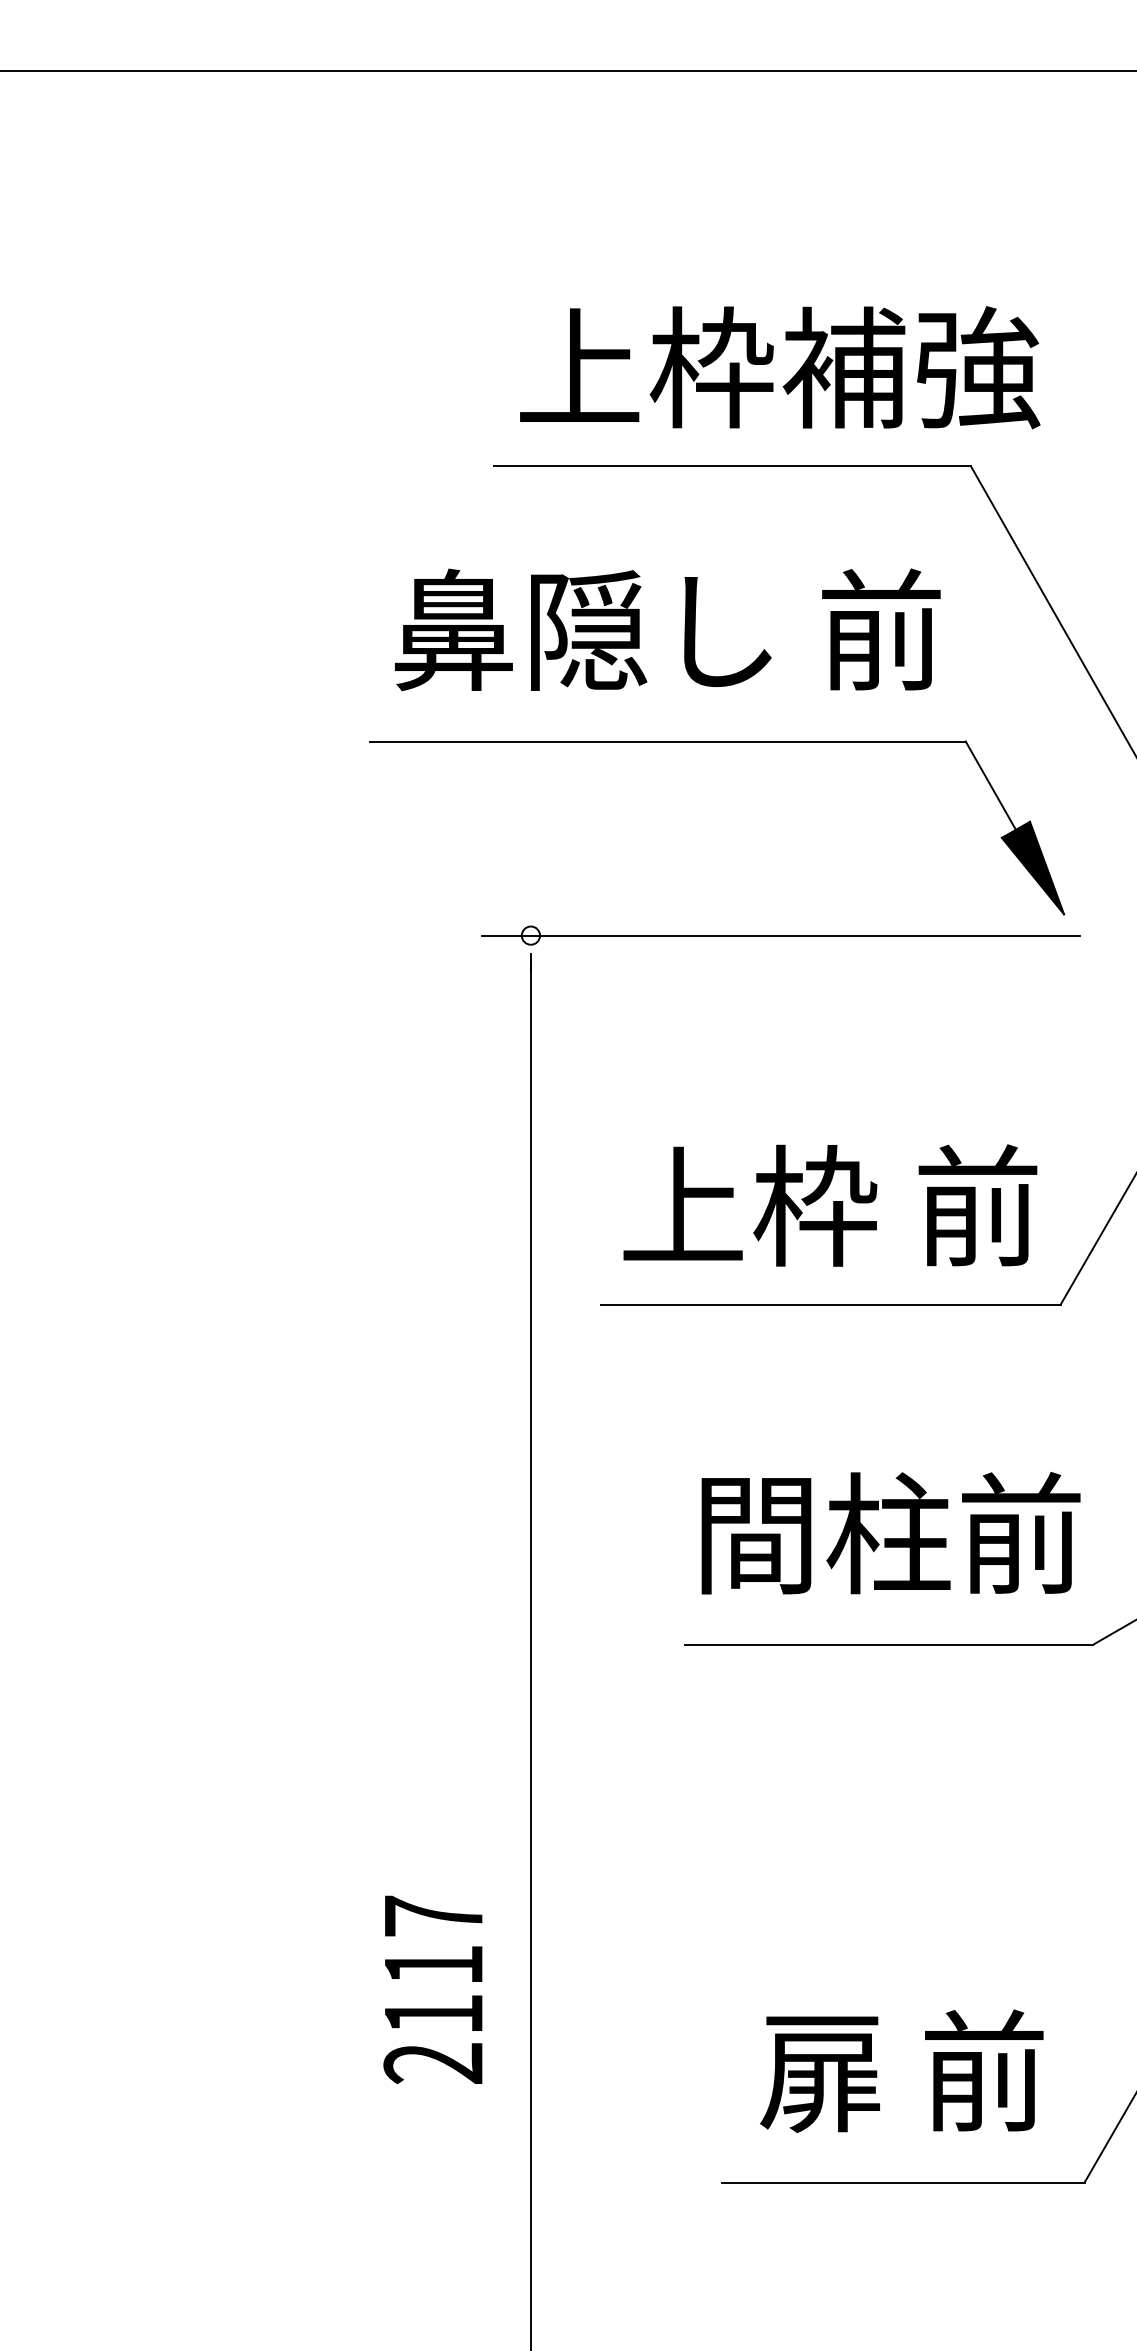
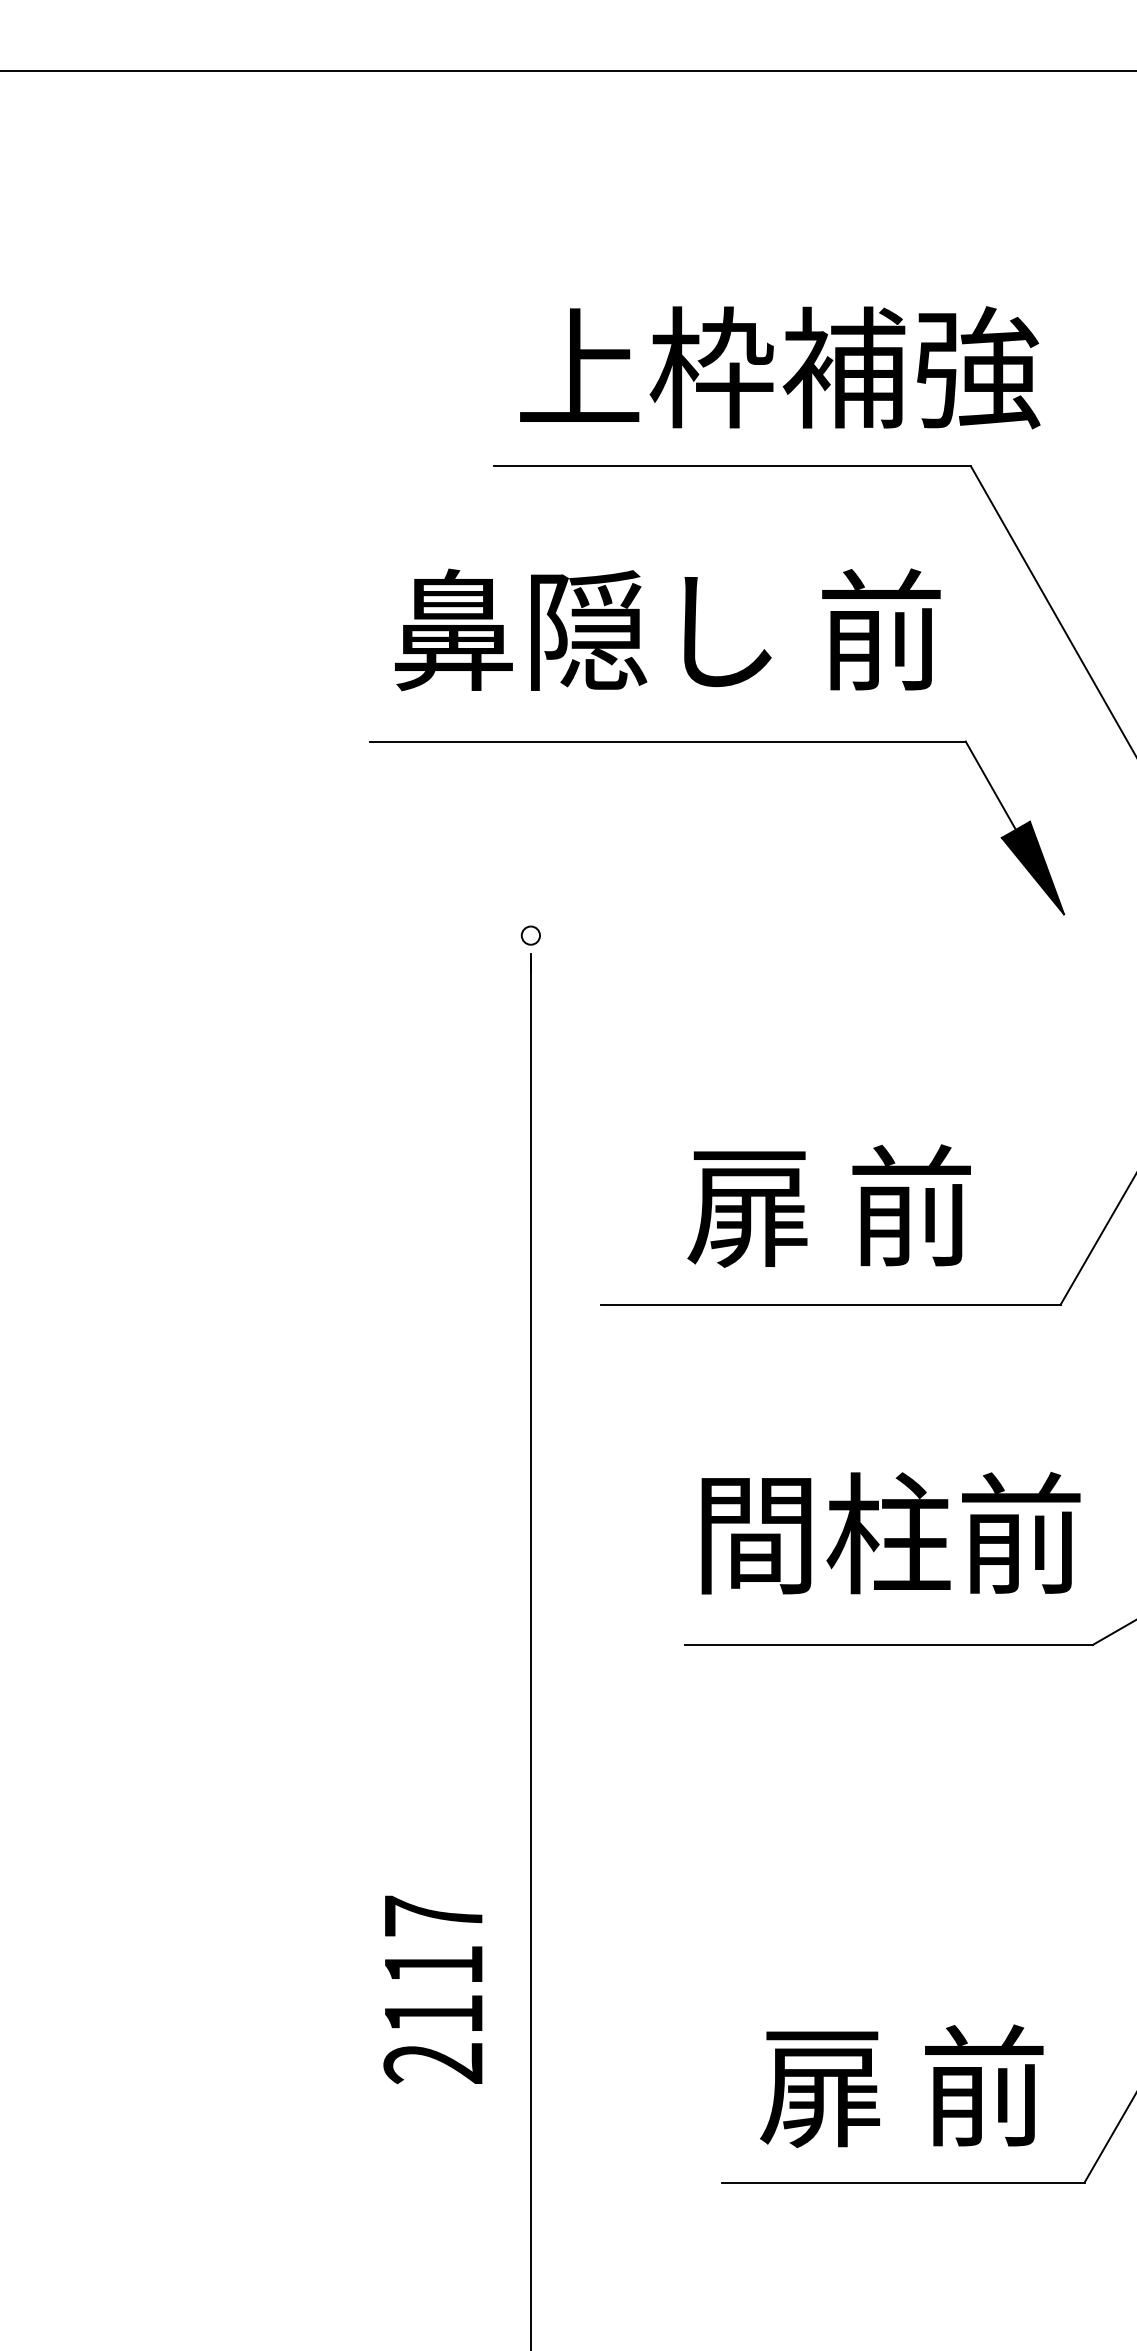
line at (781, 935): present -> none
text at (830, 1205): 上枠 前 -> 扉 前
text at (901, 2070) position: (901, 2070) -> (901, 2085)
